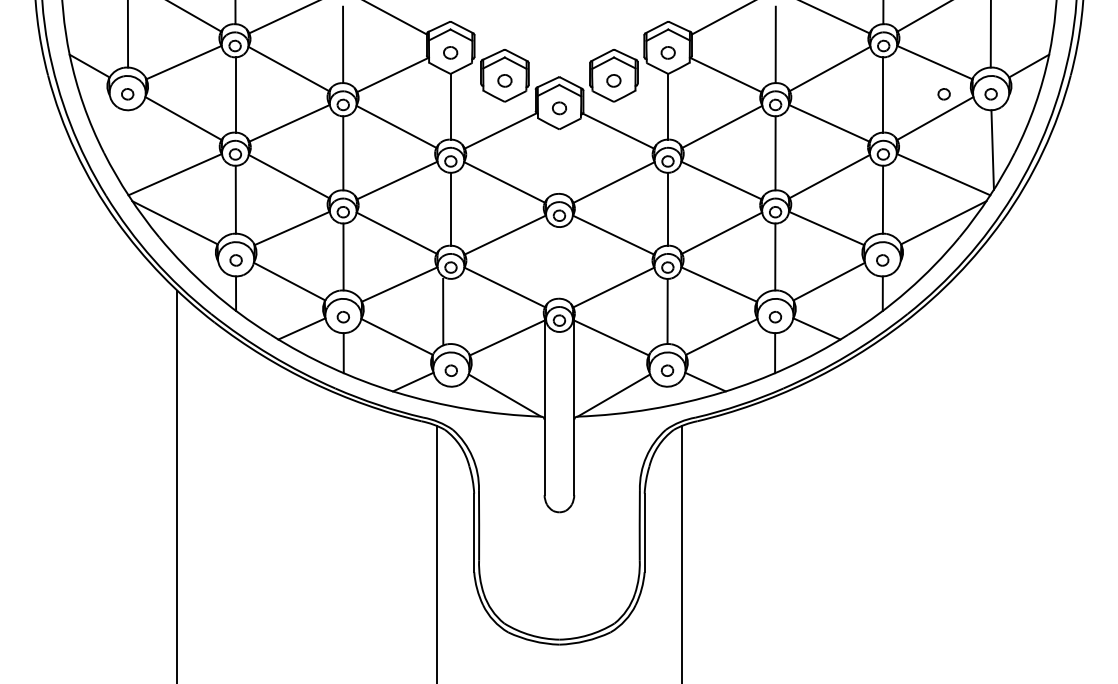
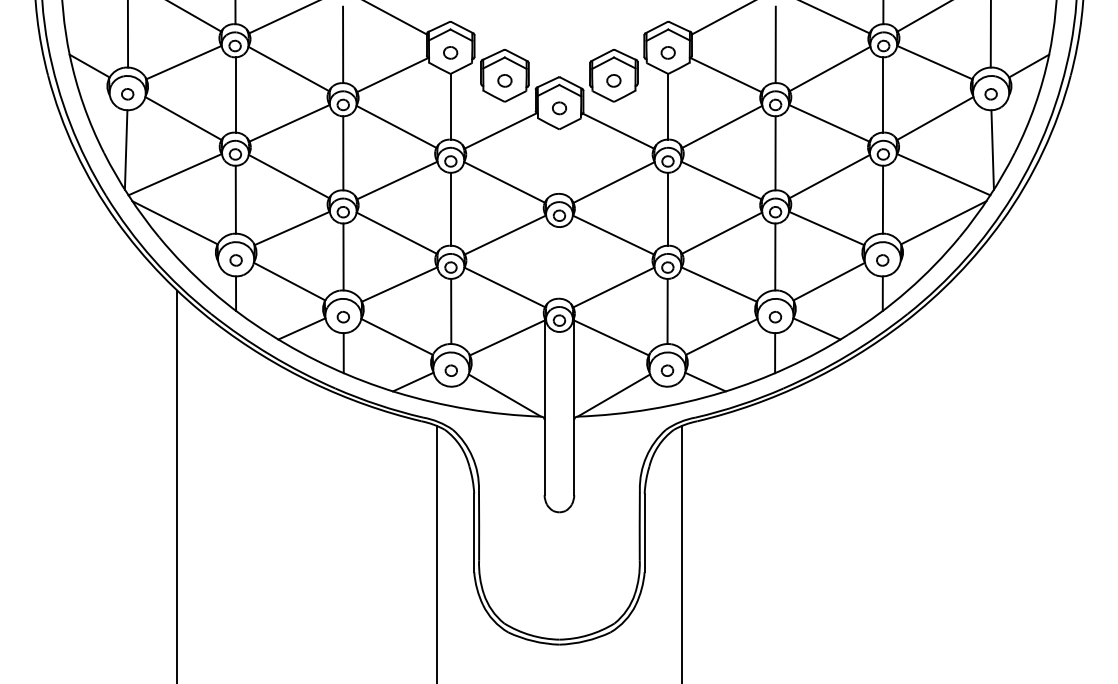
part at (943, 94): present -> none
line at (125, 149): none -> present
line at (443, 311) position: (443, 311) -> (451, 311)
